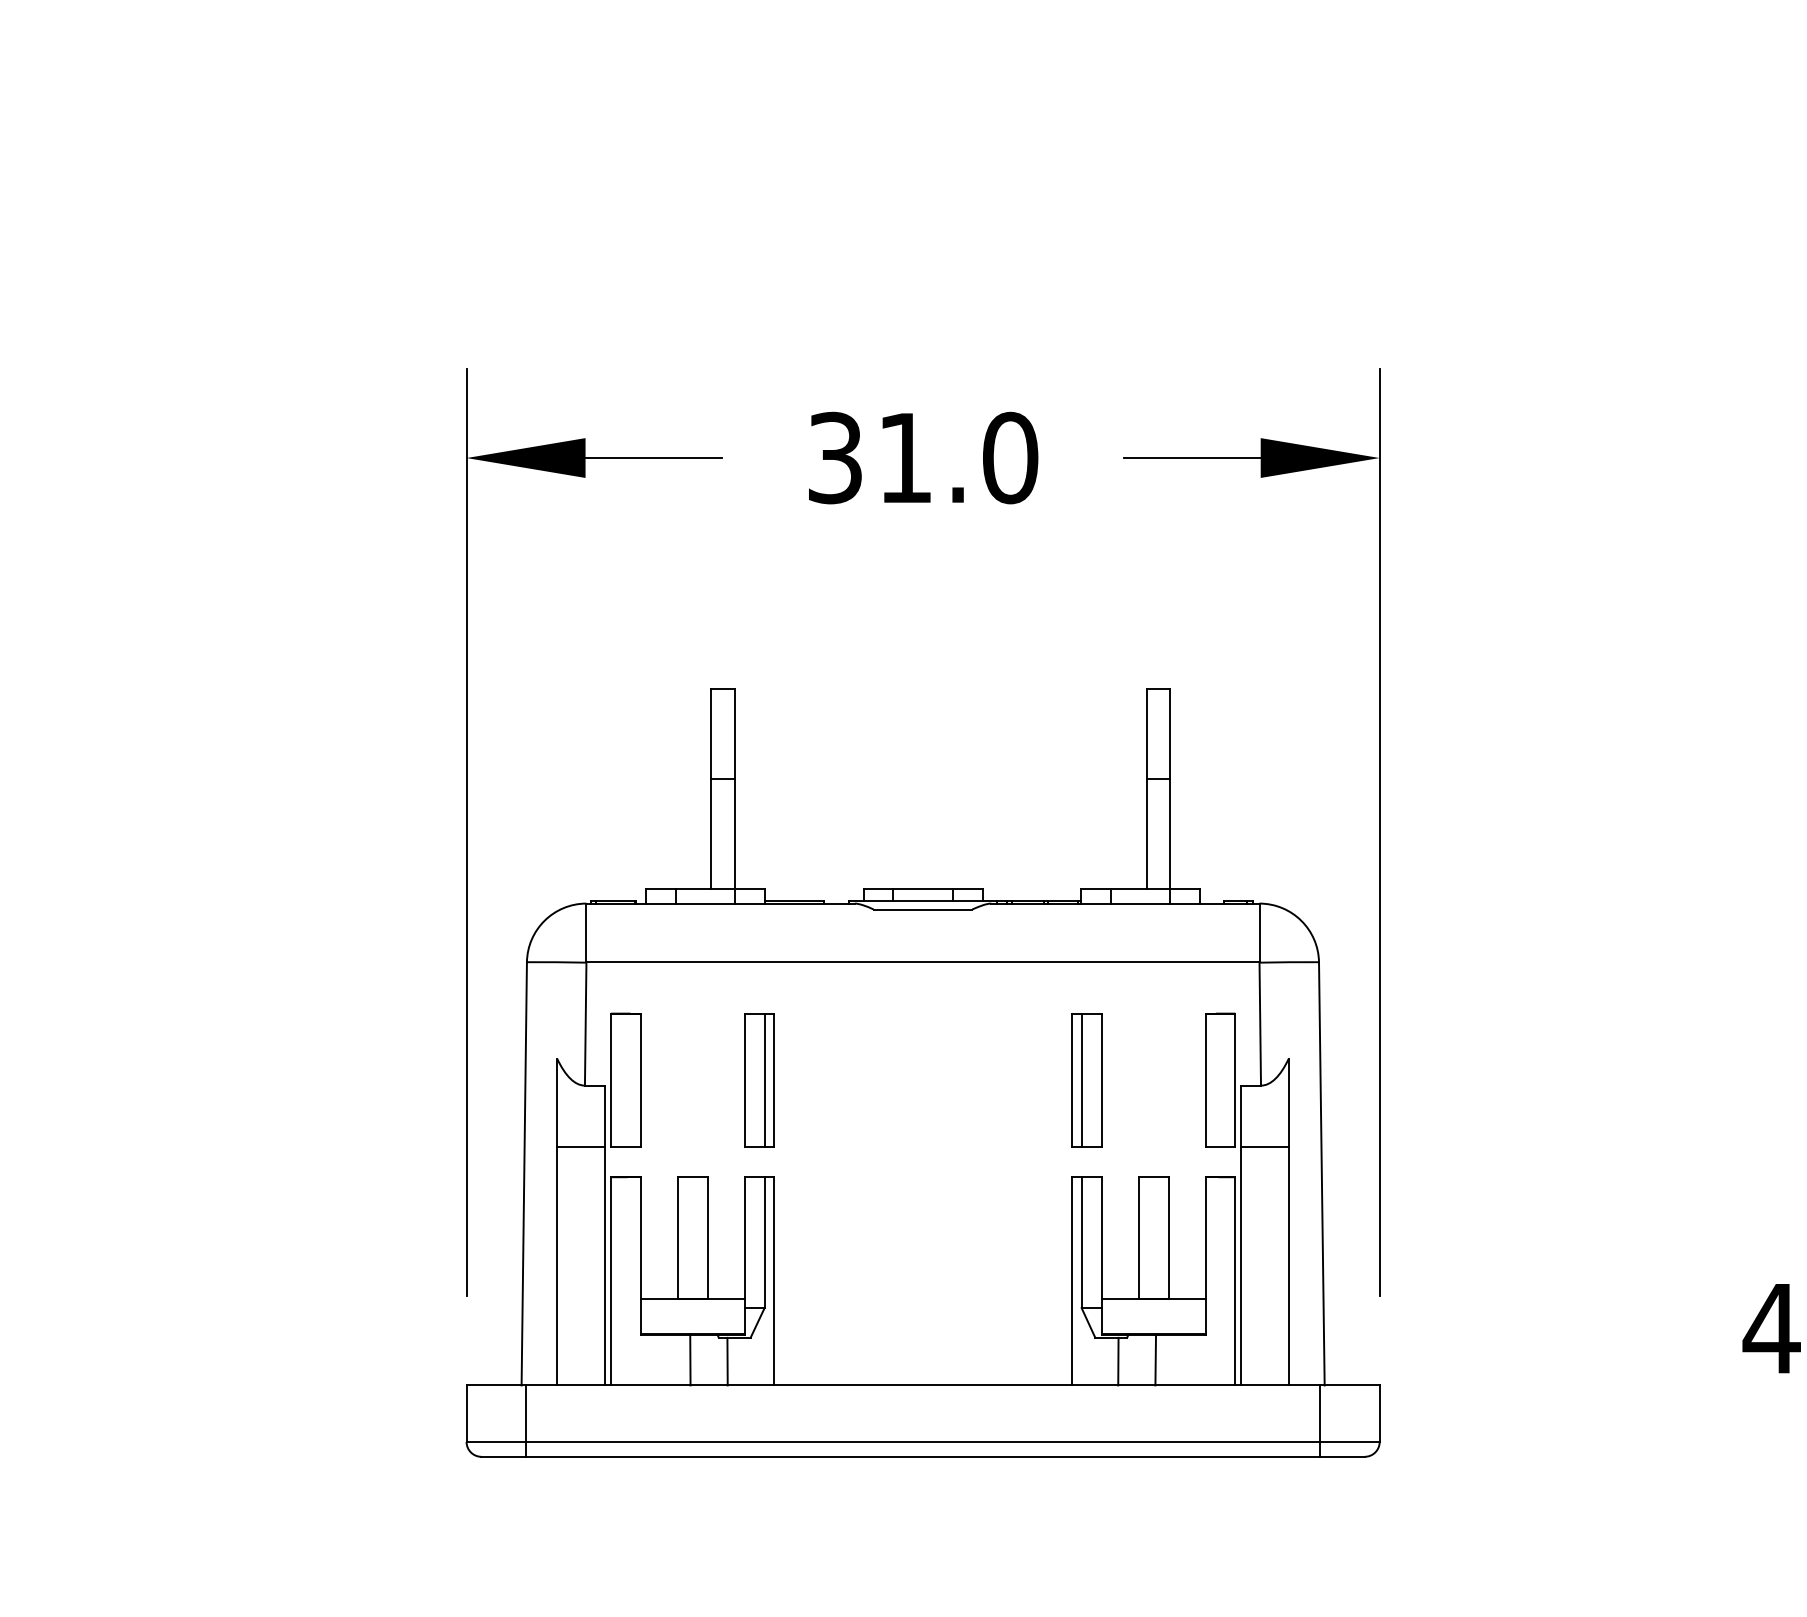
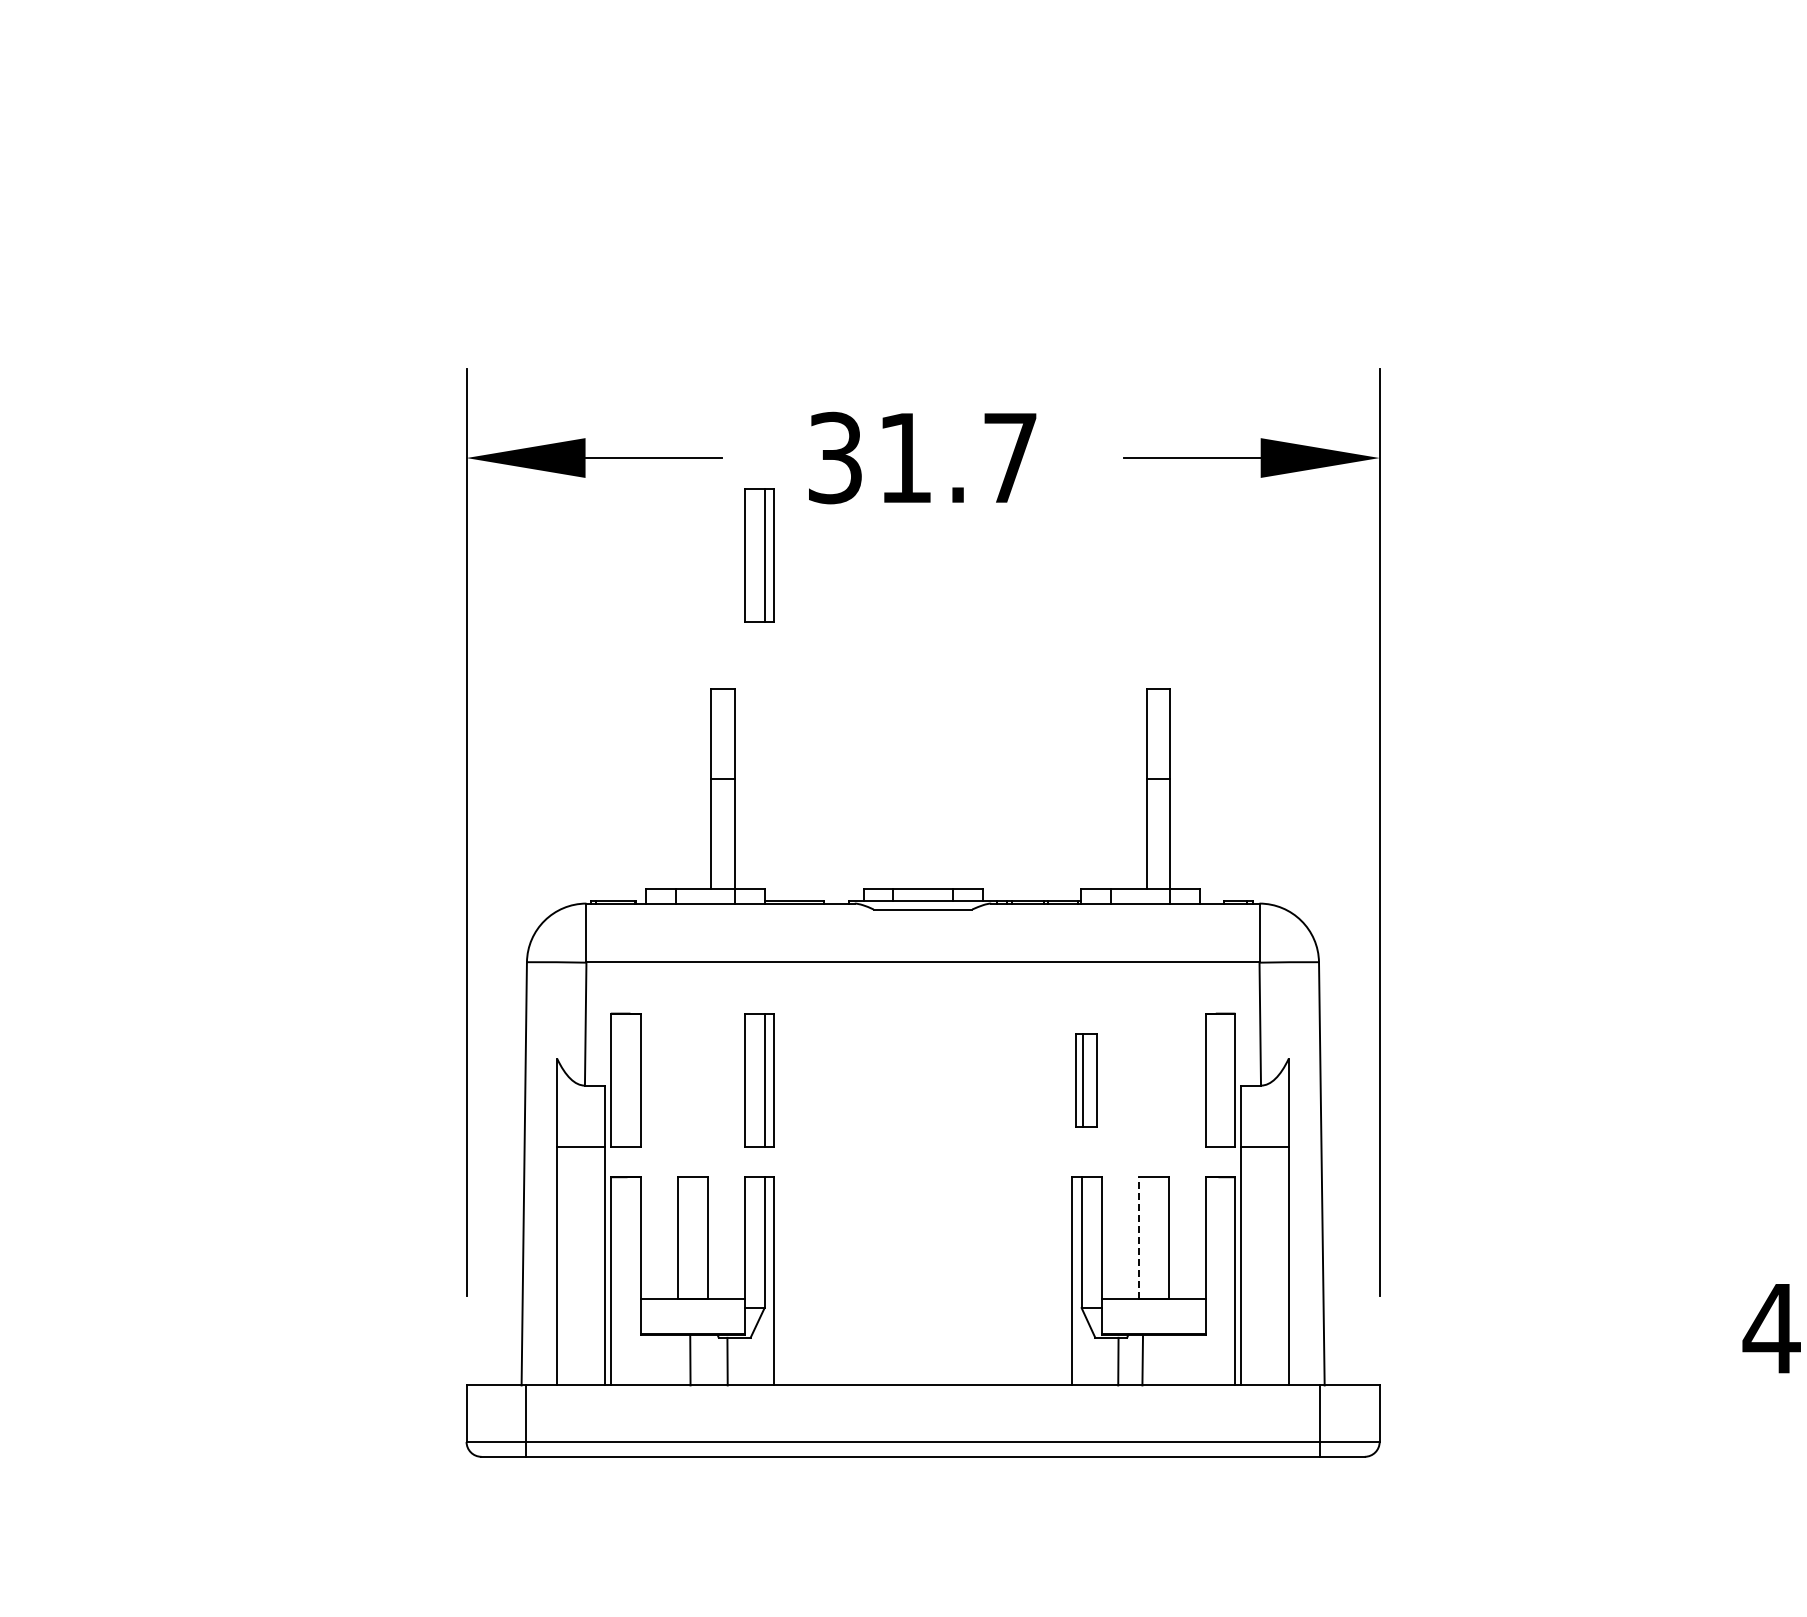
text at (1010, 457): 31.0 -> 31.7
part at (759, 555): none -> present
part at (1086, 1080) size: 32x135 px -> 23x95 px
line at (1138, 1237): solid -> dashed
line at (1155, 1359) position: (1155, 1359) -> (1142, 1359)
